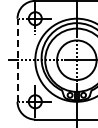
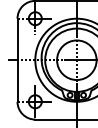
line at (17, 60): dashed -> solid
